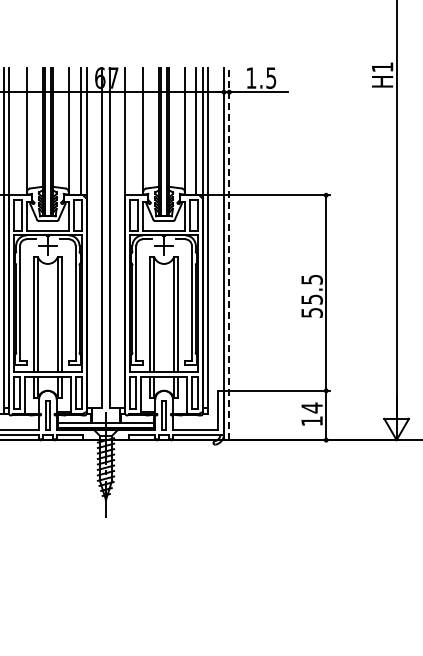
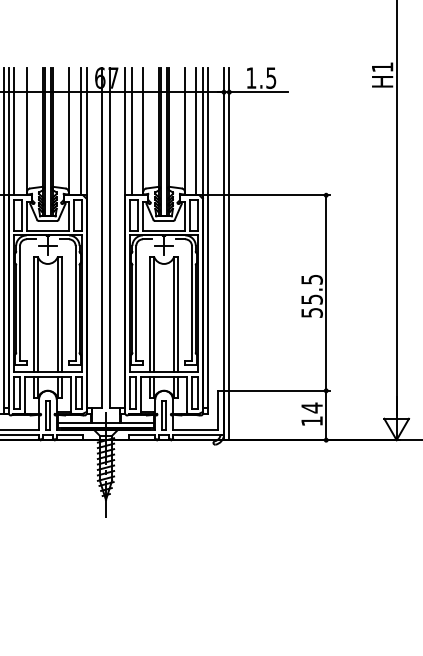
line at (14, 131): none -> present
line at (132, 131): none -> present
line at (229, 253): dashed -> solid
